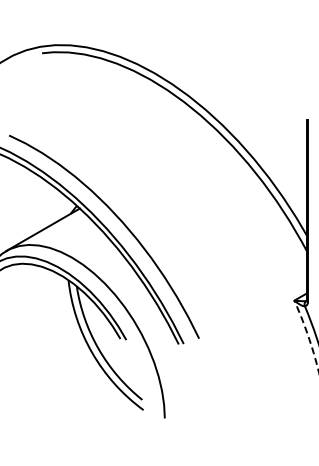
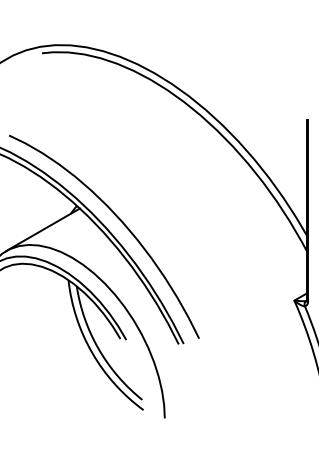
arc at (308, 336): dashed -> solid
